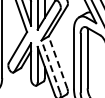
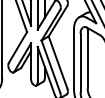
line at (58, 62): dashed -> solid
line at (50, 66): dashed -> solid
